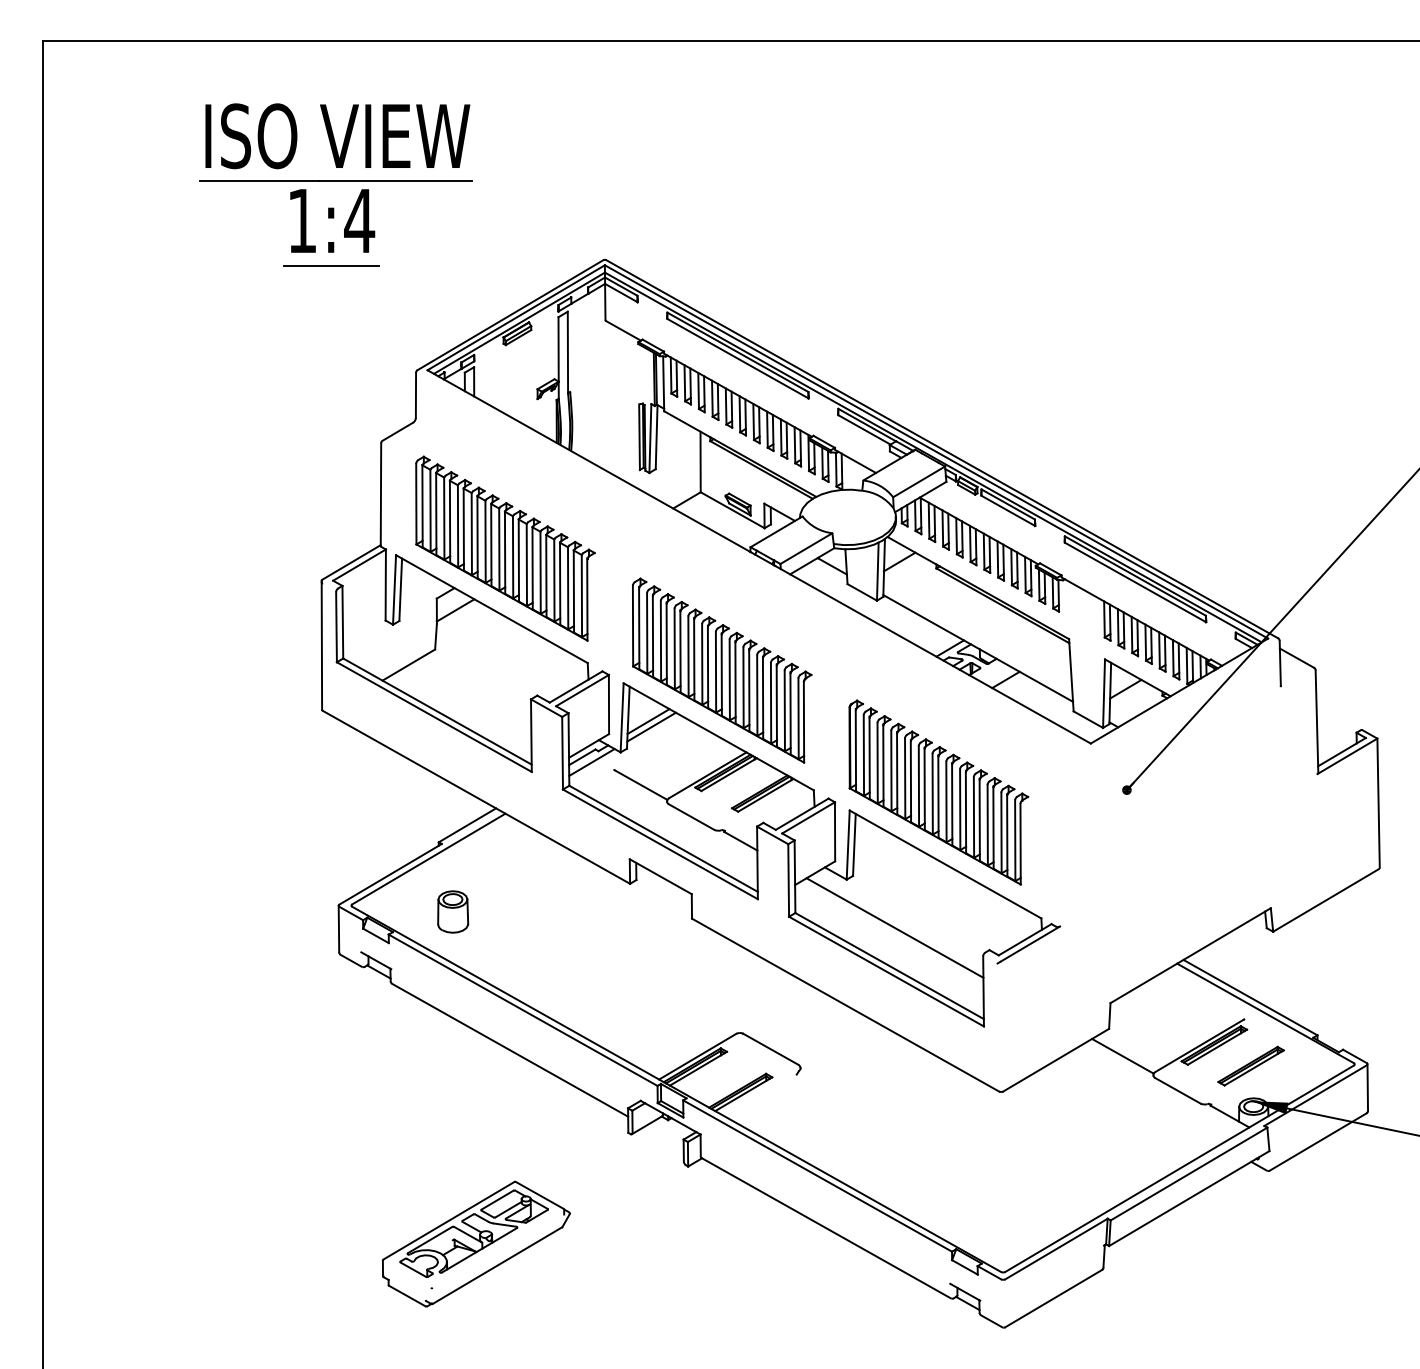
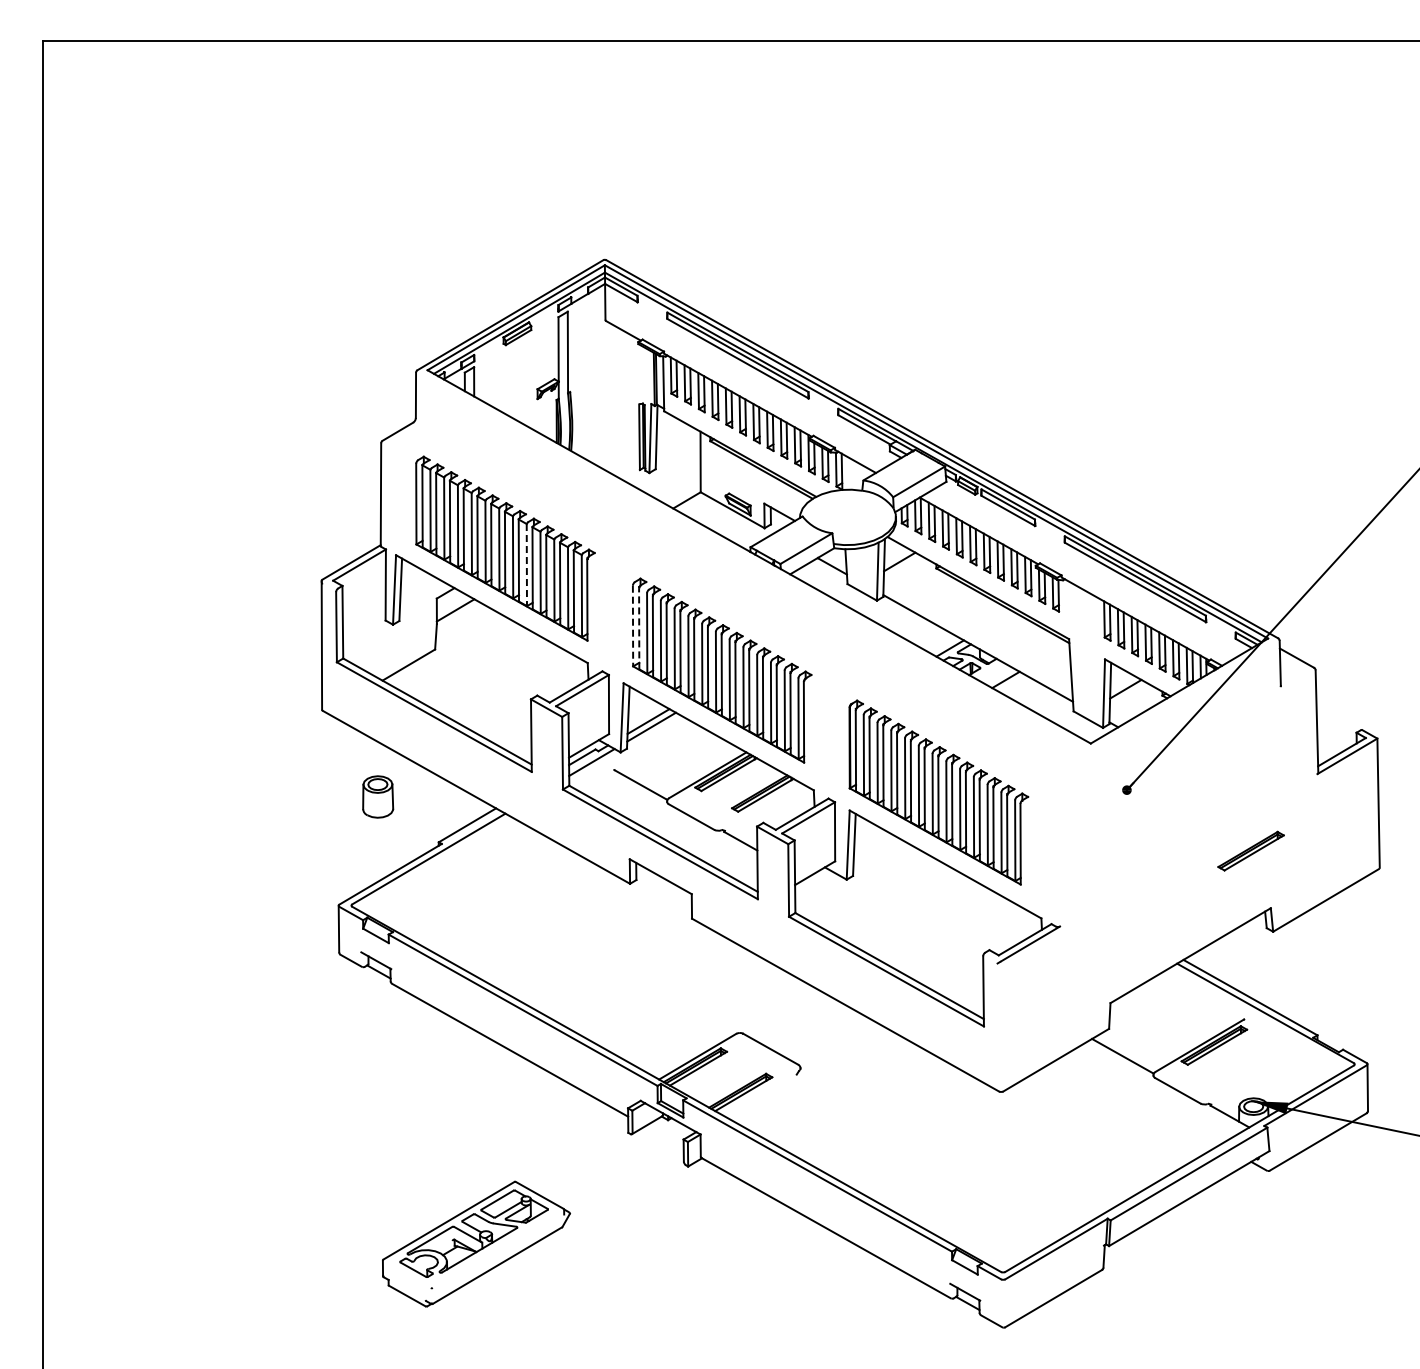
part at (335, 184): present -> none
line at (526, 565): solid -> dashed
line at (633, 626): solid -> dashed
line at (639, 628): solid -> dashed
part at (453, 911) position: (453, 911) -> (378, 796)
line at (894, 927): present -> none
part at (1250, 1065) position: (1250, 1065) -> (1250, 850)
